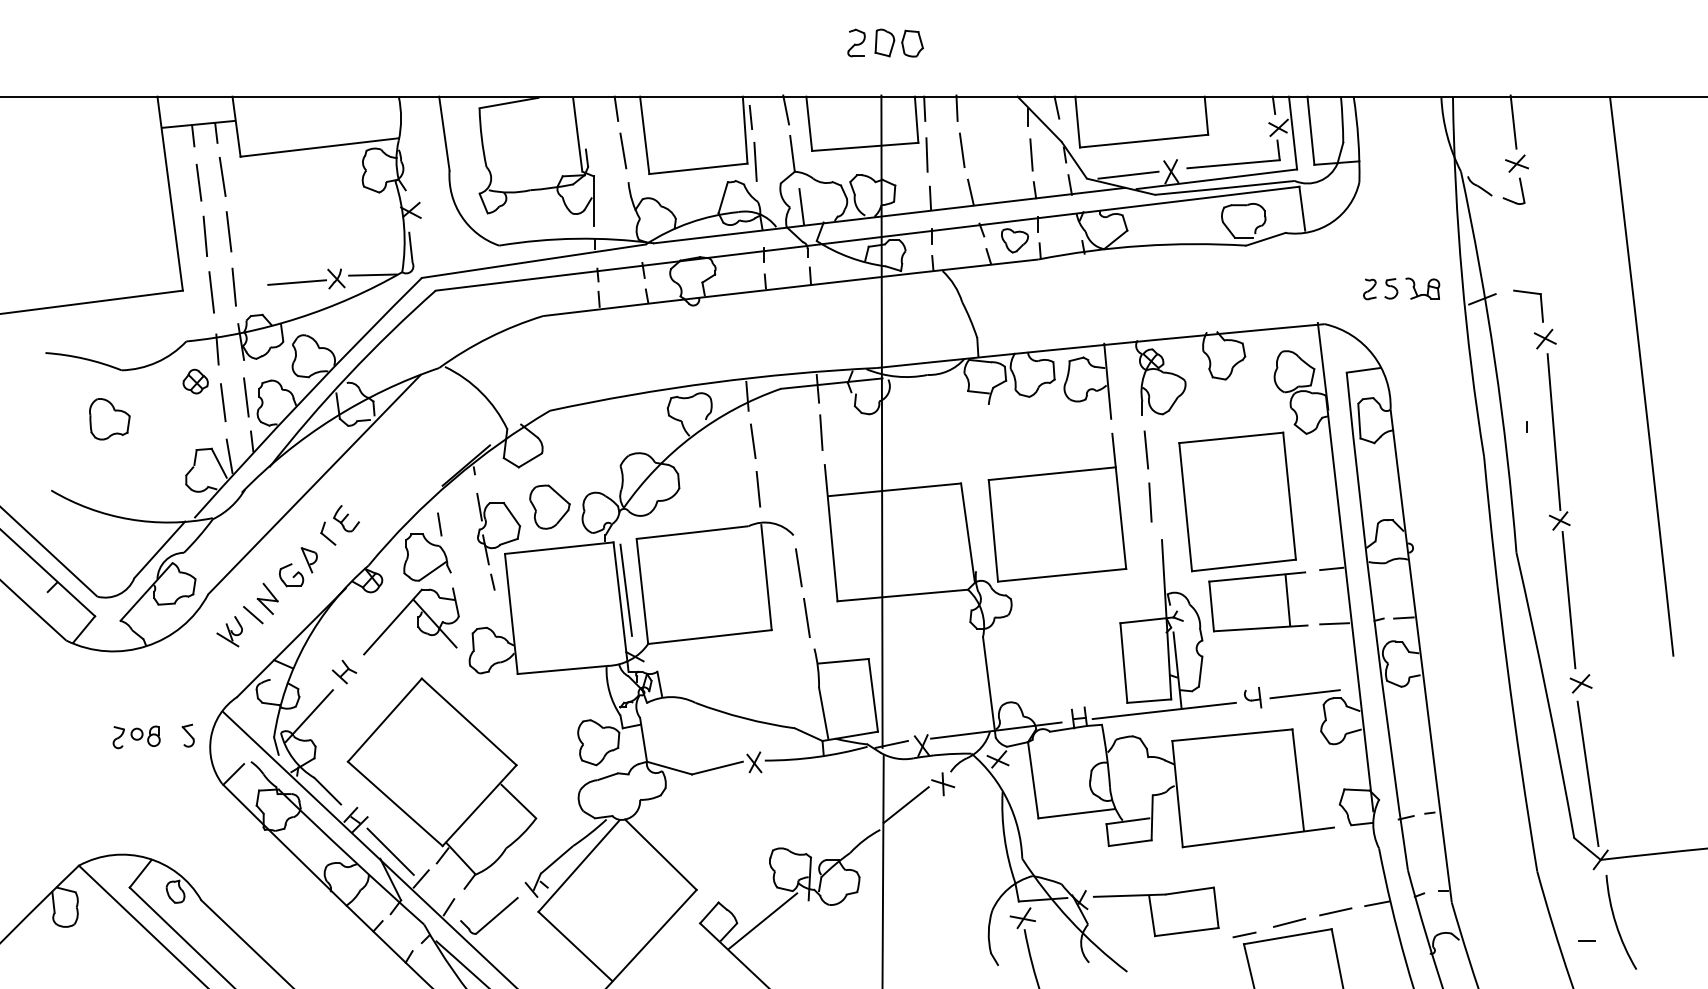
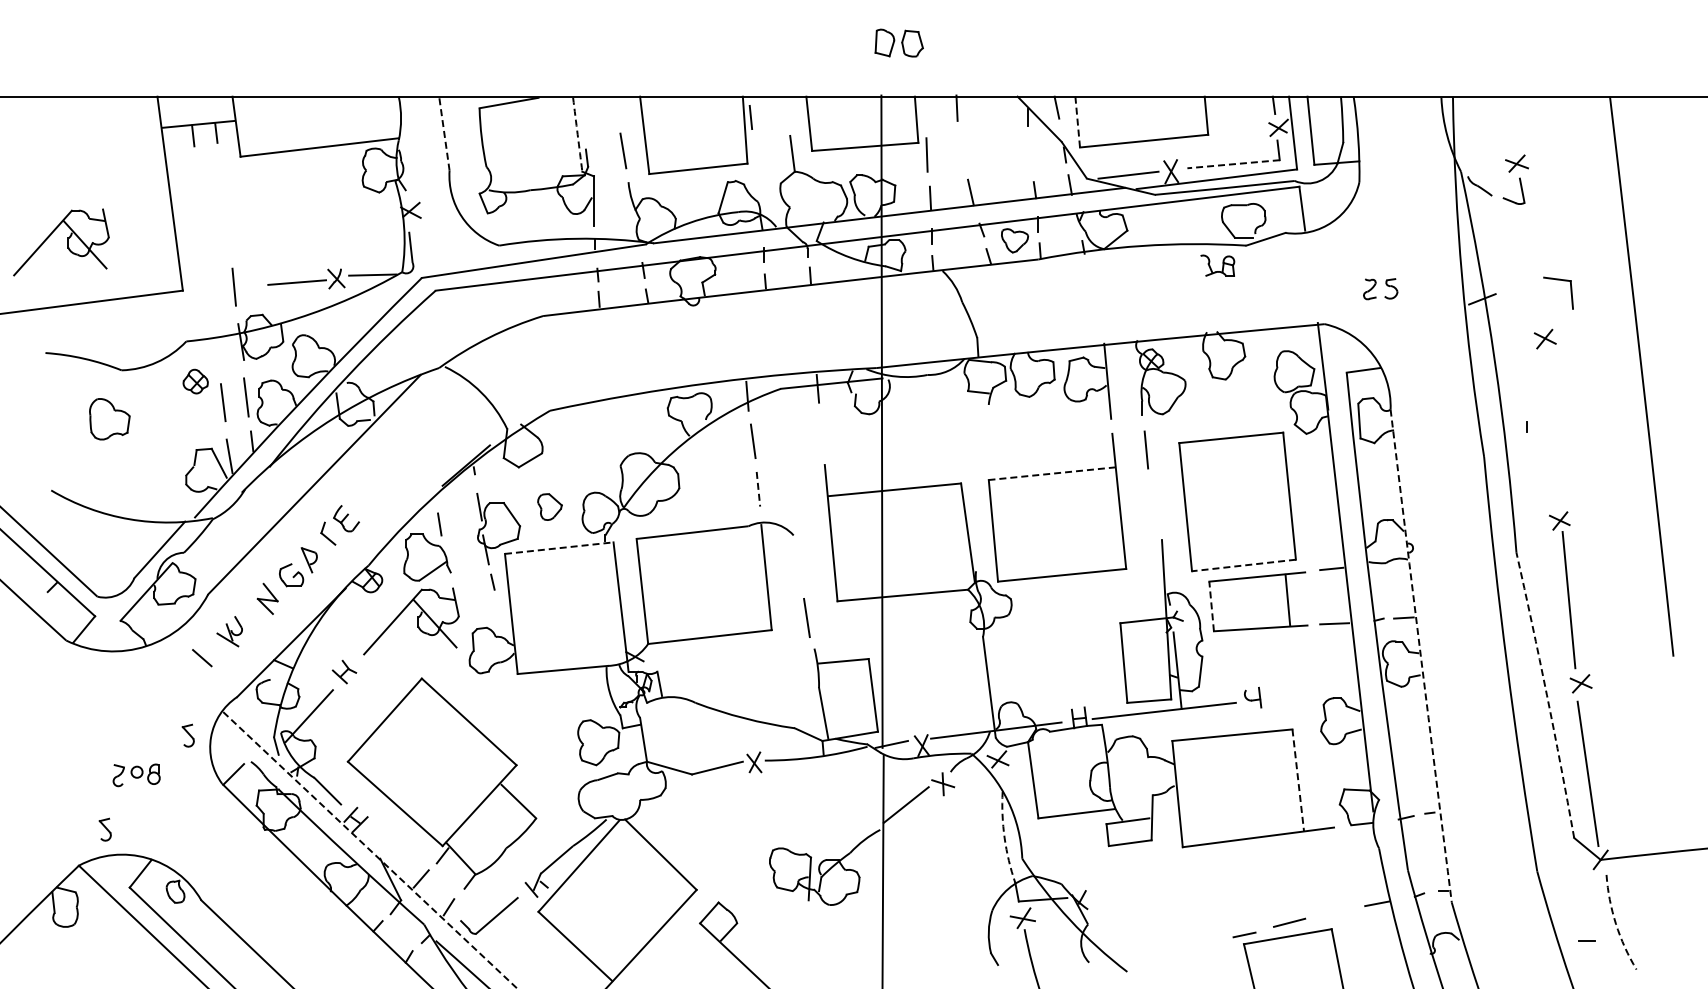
part at (856, 42): present -> none
line at (616, 108): present -> none
line at (924, 108): present -> none
line at (786, 109): present -> none
line at (1513, 121): present -> none
line at (1077, 122): solid -> dashed
line at (444, 133): solid -> dashed
arc at (577, 134): solid -> dashed
line at (961, 150): present -> none
line at (1031, 154): present -> none
line at (755, 161): present -> none
line at (1233, 164): solid -> dashed
line at (222, 176): present -> none
line at (198, 182): present -> none
line at (801, 206): present -> none
line at (228, 231): present -> none
line at (205, 236): present -> none
part at (61, 242): none -> present
part at (1422, 288) position: (1422, 288) -> (1217, 265)
line at (211, 292): present -> none
part at (1528, 293) position: (1528, 293) -> (1558, 280)
line at (217, 349): present -> none
line at (821, 432): present -> none
line at (1553, 432): present -> none
line at (1052, 473): solid -> dashed
line at (758, 489): solid -> dashed
line at (1150, 502): present -> none
part at (549, 506) size: 42x46 px -> 26x28 px
line at (559, 548): solid -> dashed
line at (1243, 565): solid -> dashed
line at (798, 567): present -> none
line at (626, 589): present -> none
line at (1211, 606): solid -> dashed
line at (253, 615) position: (253, 615) -> (202, 658)
arc at (1420, 656): solid -> dashed
line at (1304, 694): present -> none
arc at (1546, 695): solid -> dashed
part at (136, 737) position: (136, 737) -> (136, 775)
line at (1298, 780): solid -> dashed
part at (104, 829): none -> present
arc at (1004, 838): solid -> dashed
line at (370, 850): solid -> dashed
line at (390, 851): present -> none
part at (1156, 911): present -> none
line at (1335, 911): present -> none
line at (763, 920): present -> none
arc at (1615, 924): solid -> dashed
